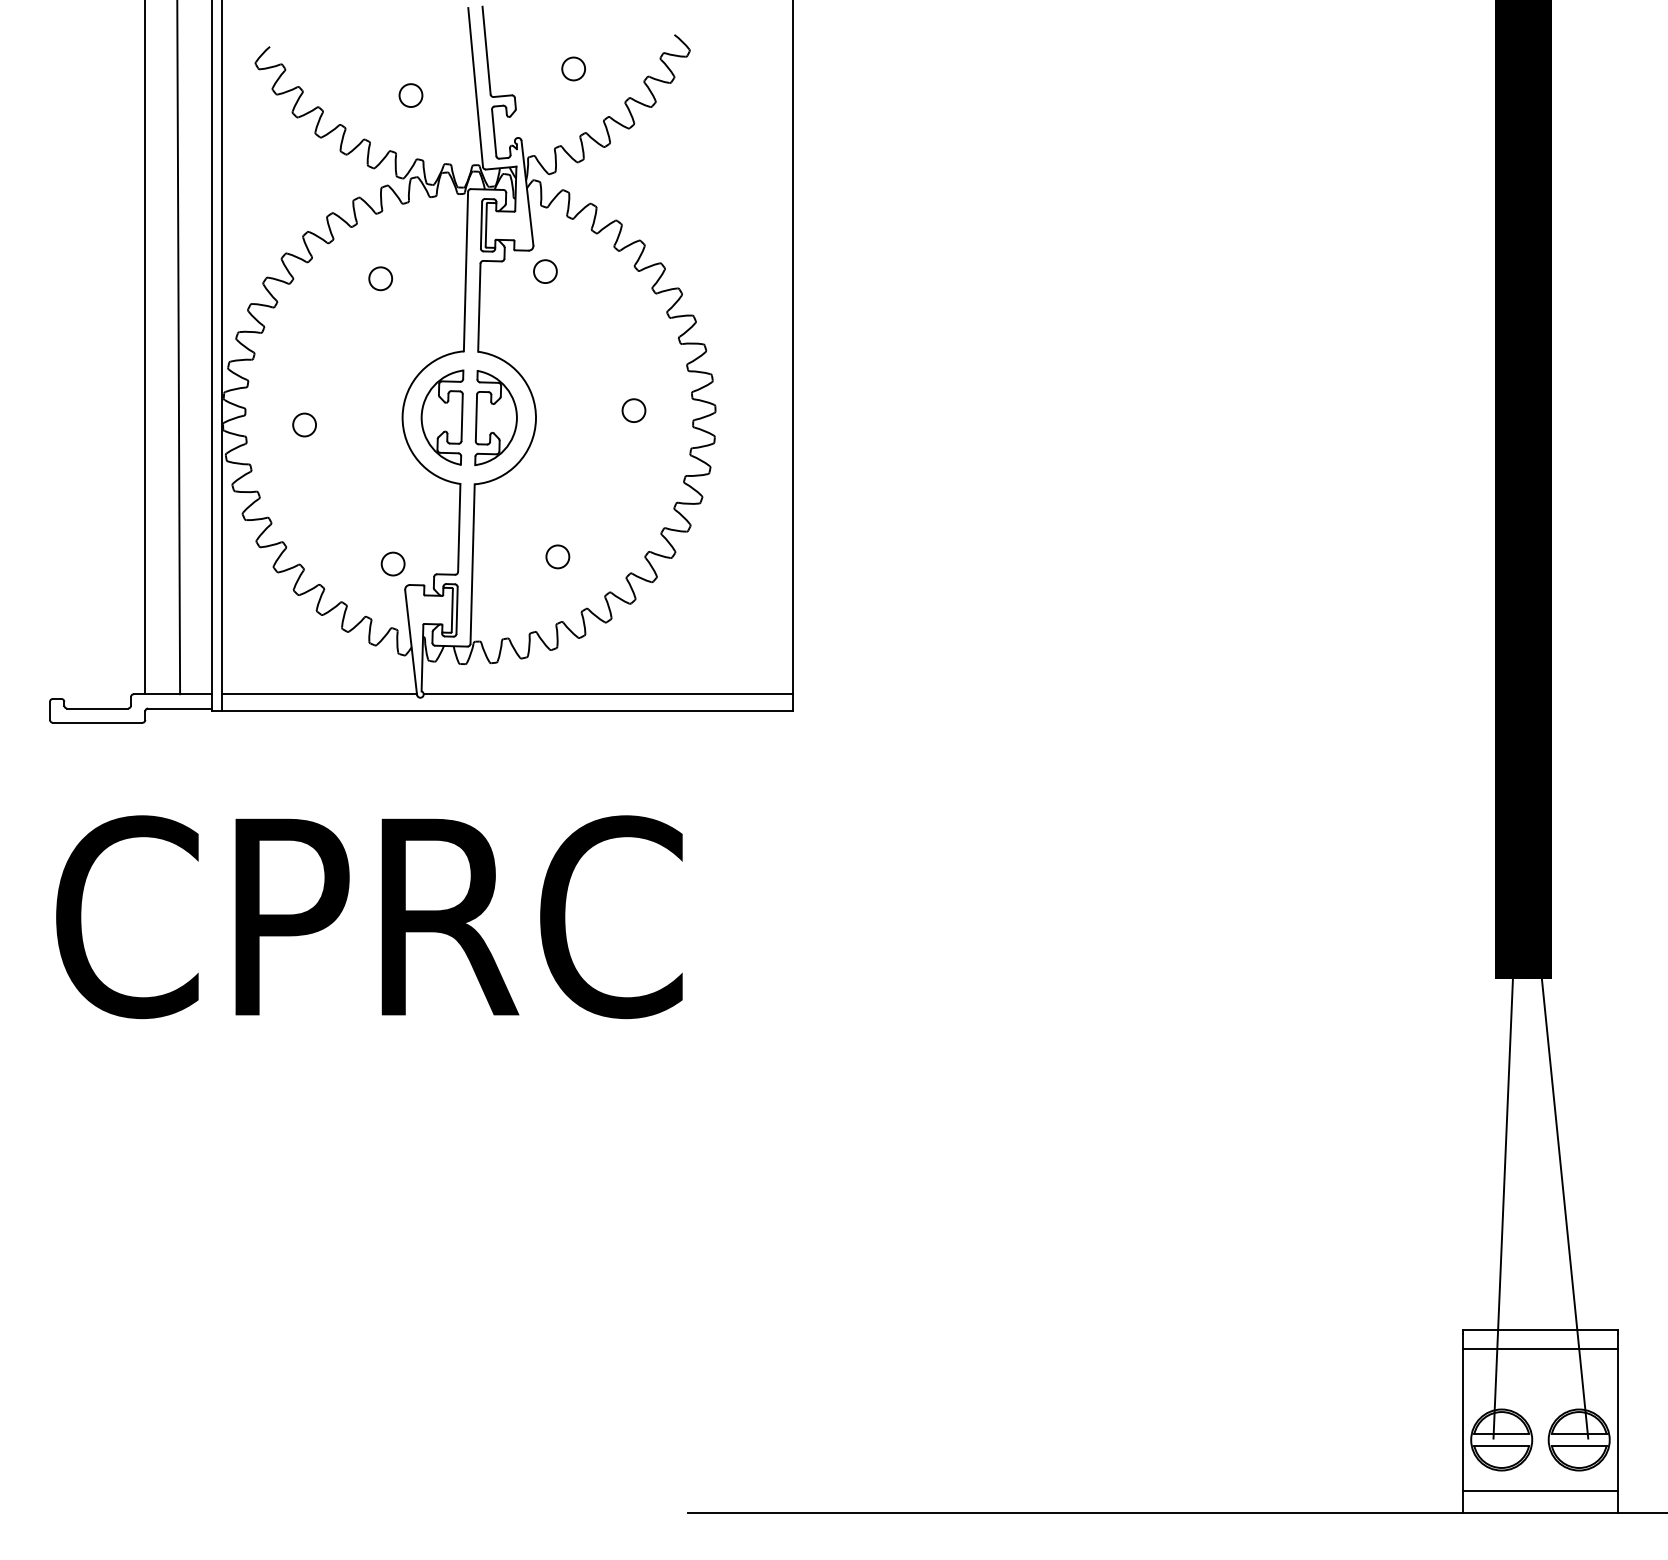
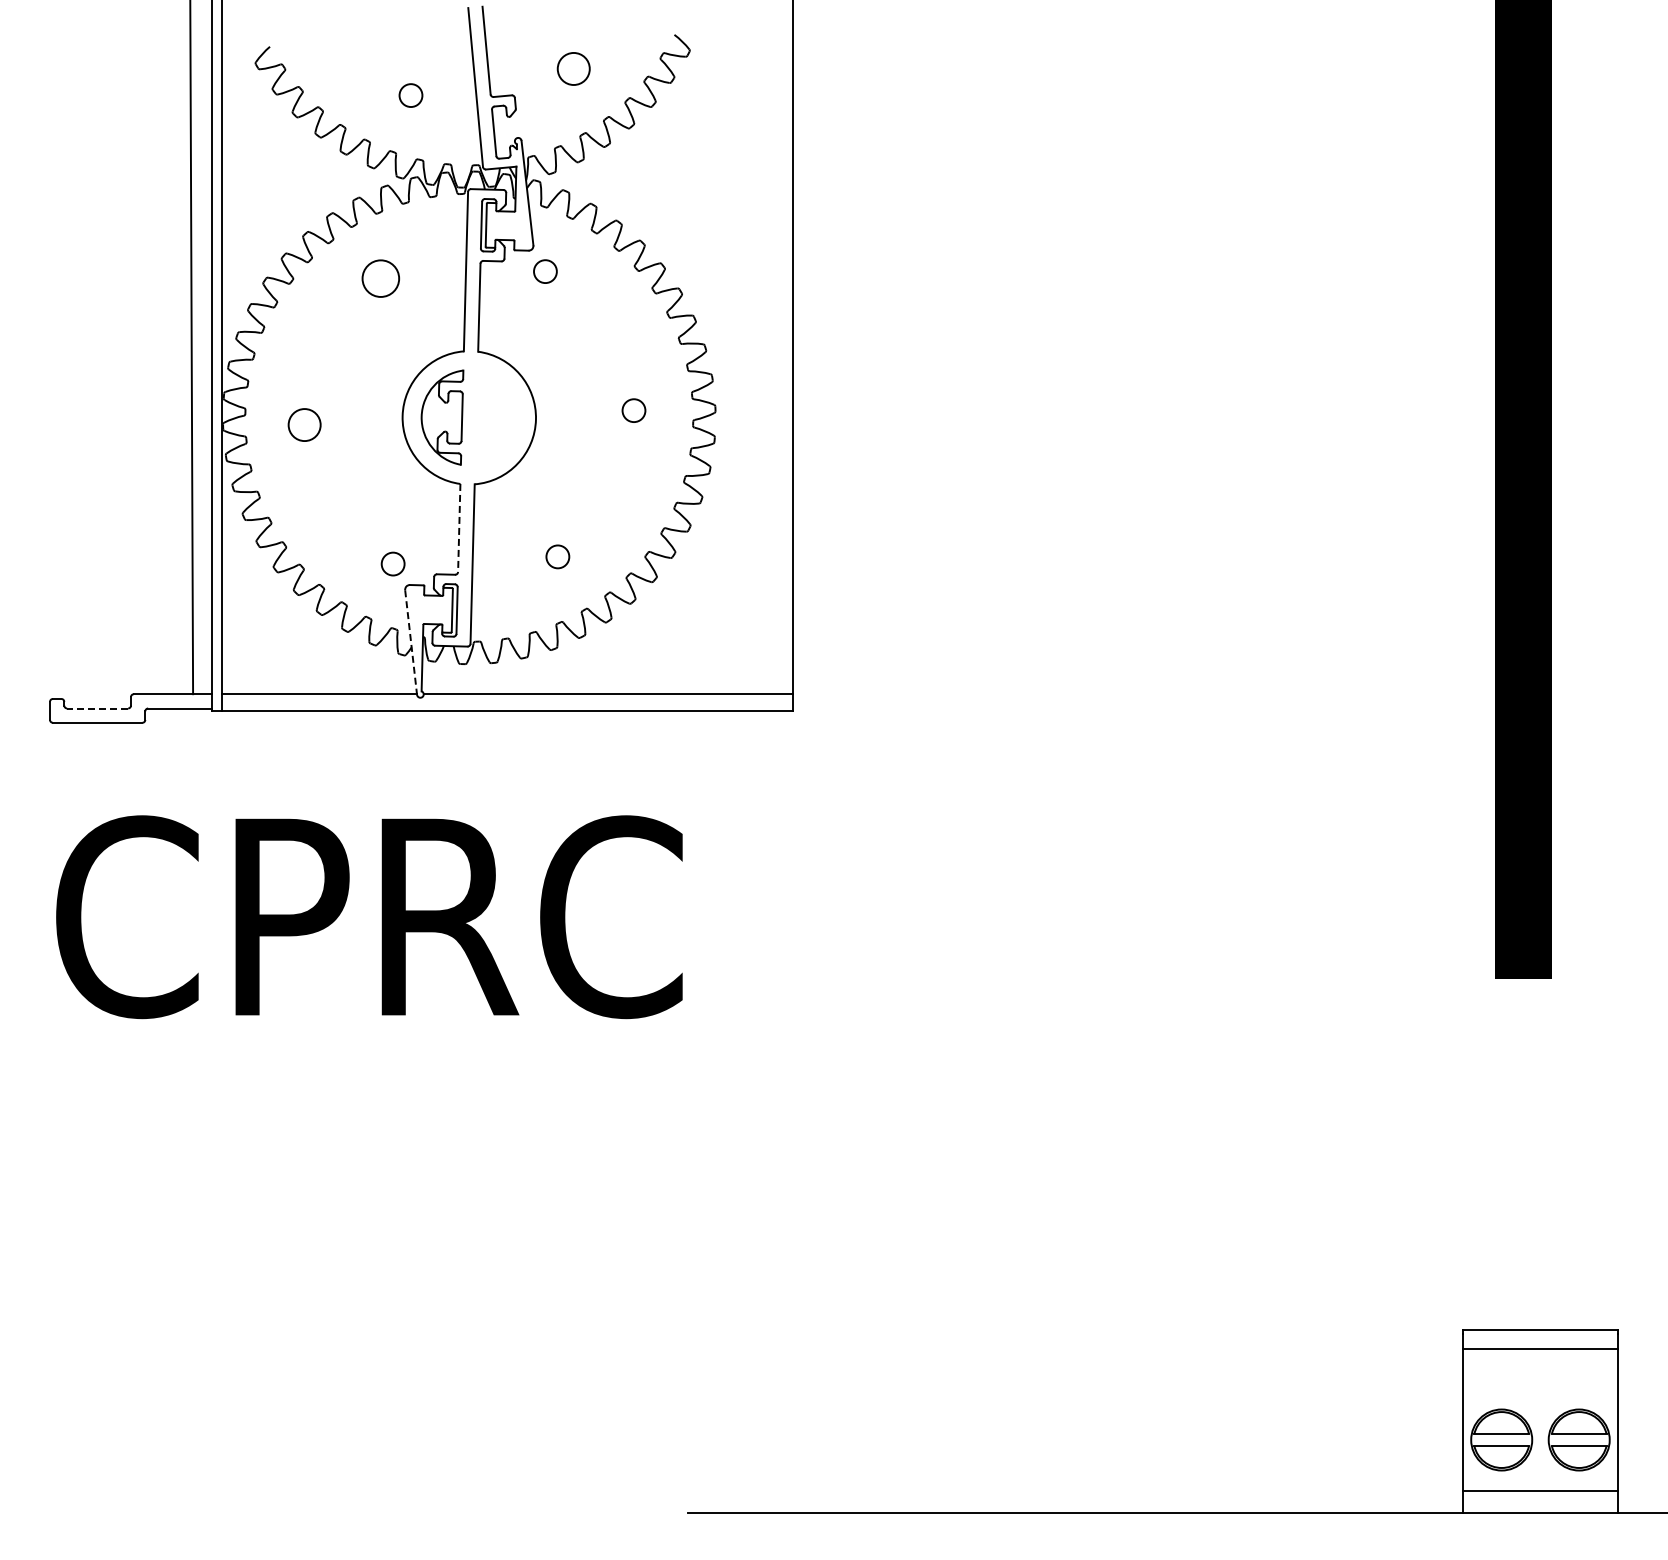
circle at (573, 68) size: 25x26 px -> 35x34 px
circle at (380, 278) size: 25x26 px -> 40x39 px
line at (145, 348): present -> none
line at (178, 348) position: (178, 348) -> (191, 348)
part at (495, 418): present -> none
circle at (304, 424) size: 25x26 px -> 35x34 px
line at (459, 528): solid -> dashed
line at (411, 642): solid -> dashed
line at (97, 708): solid -> dashed
line at (1503, 1186): present -> none
line at (1563, 1192): present -> none
